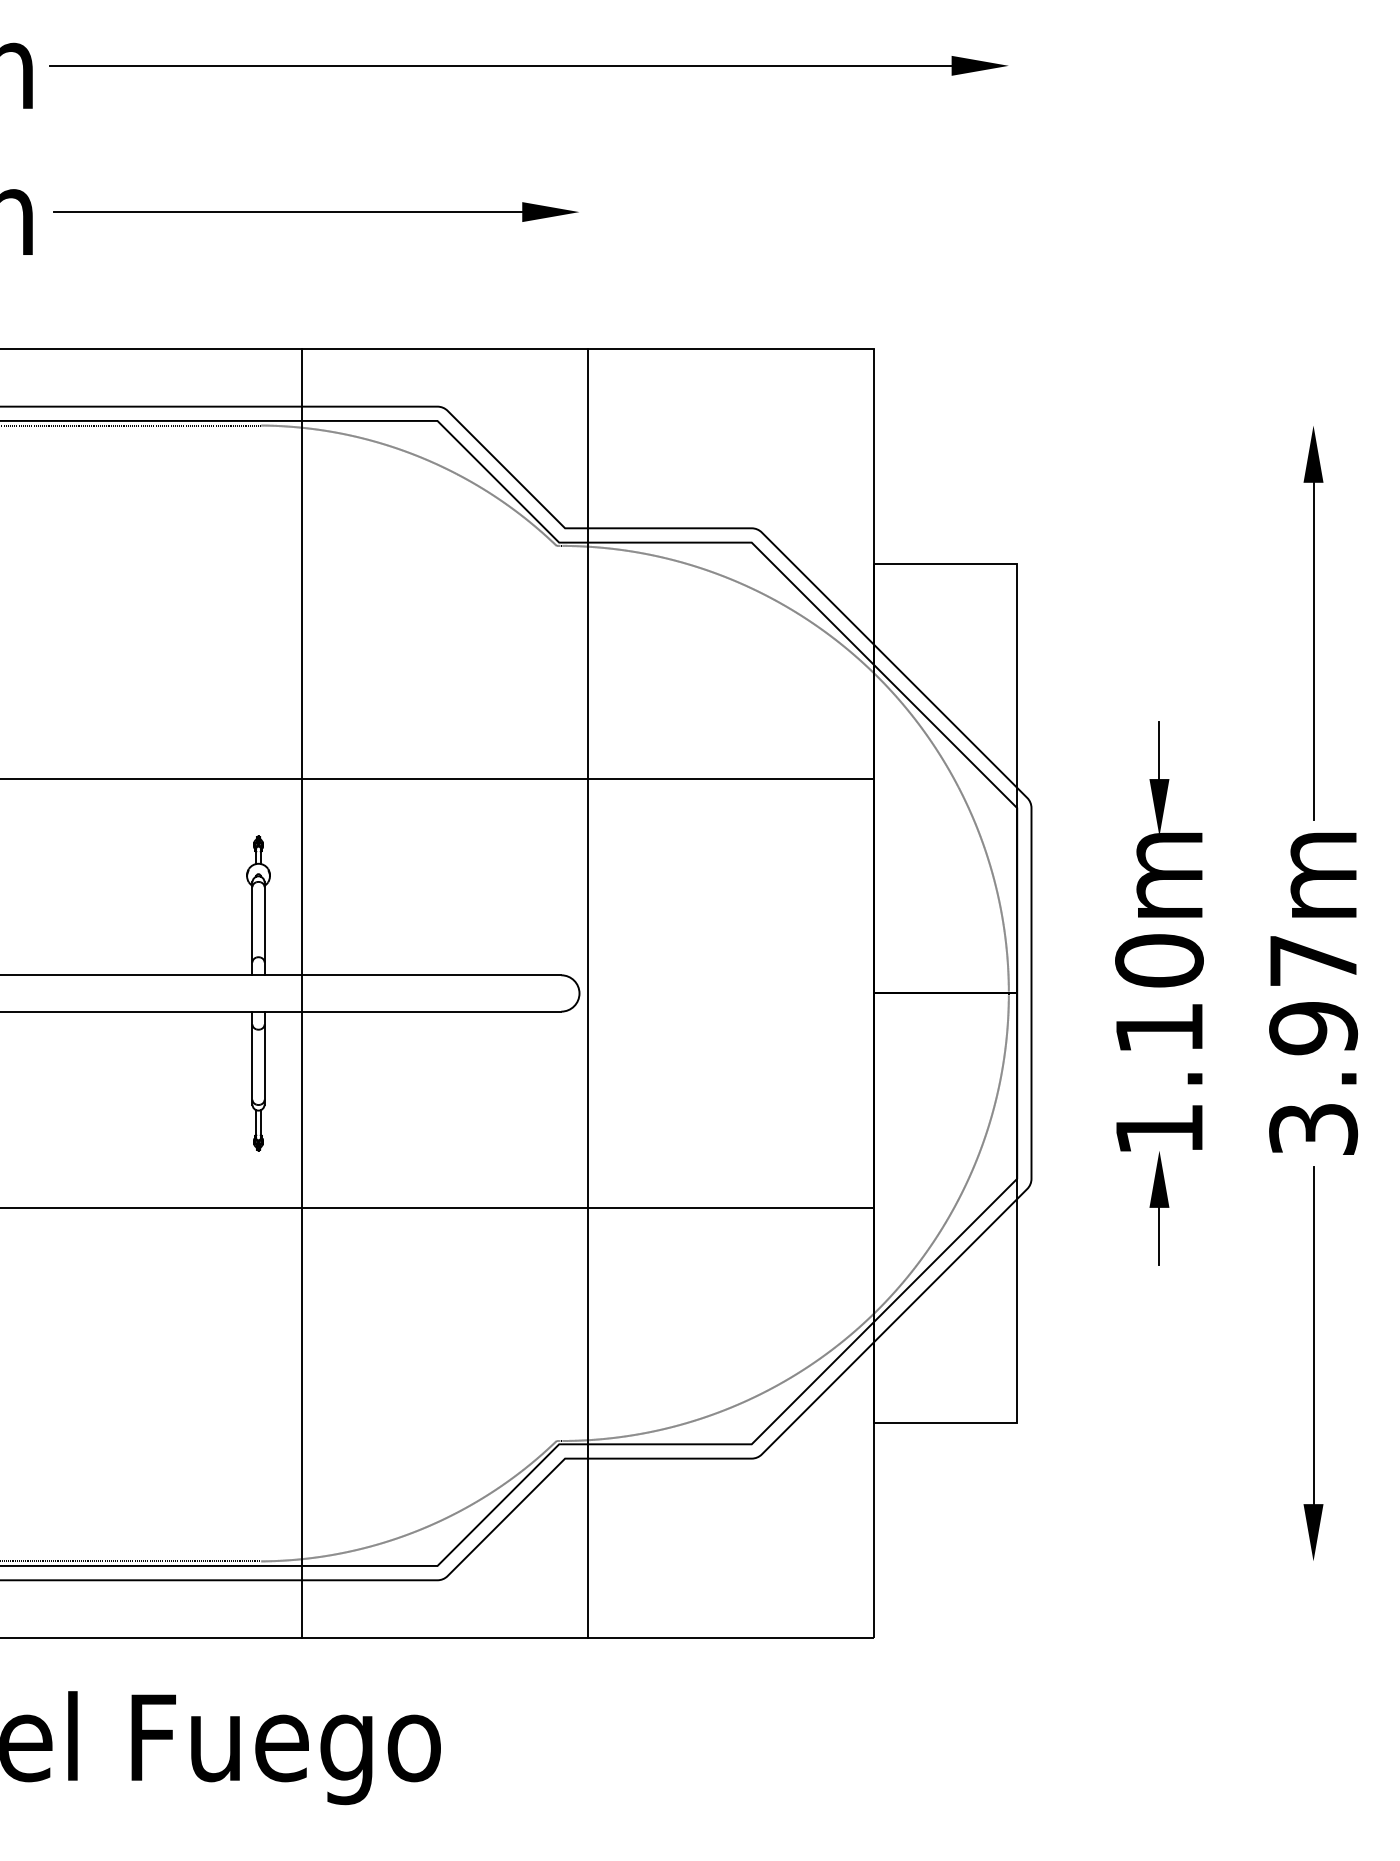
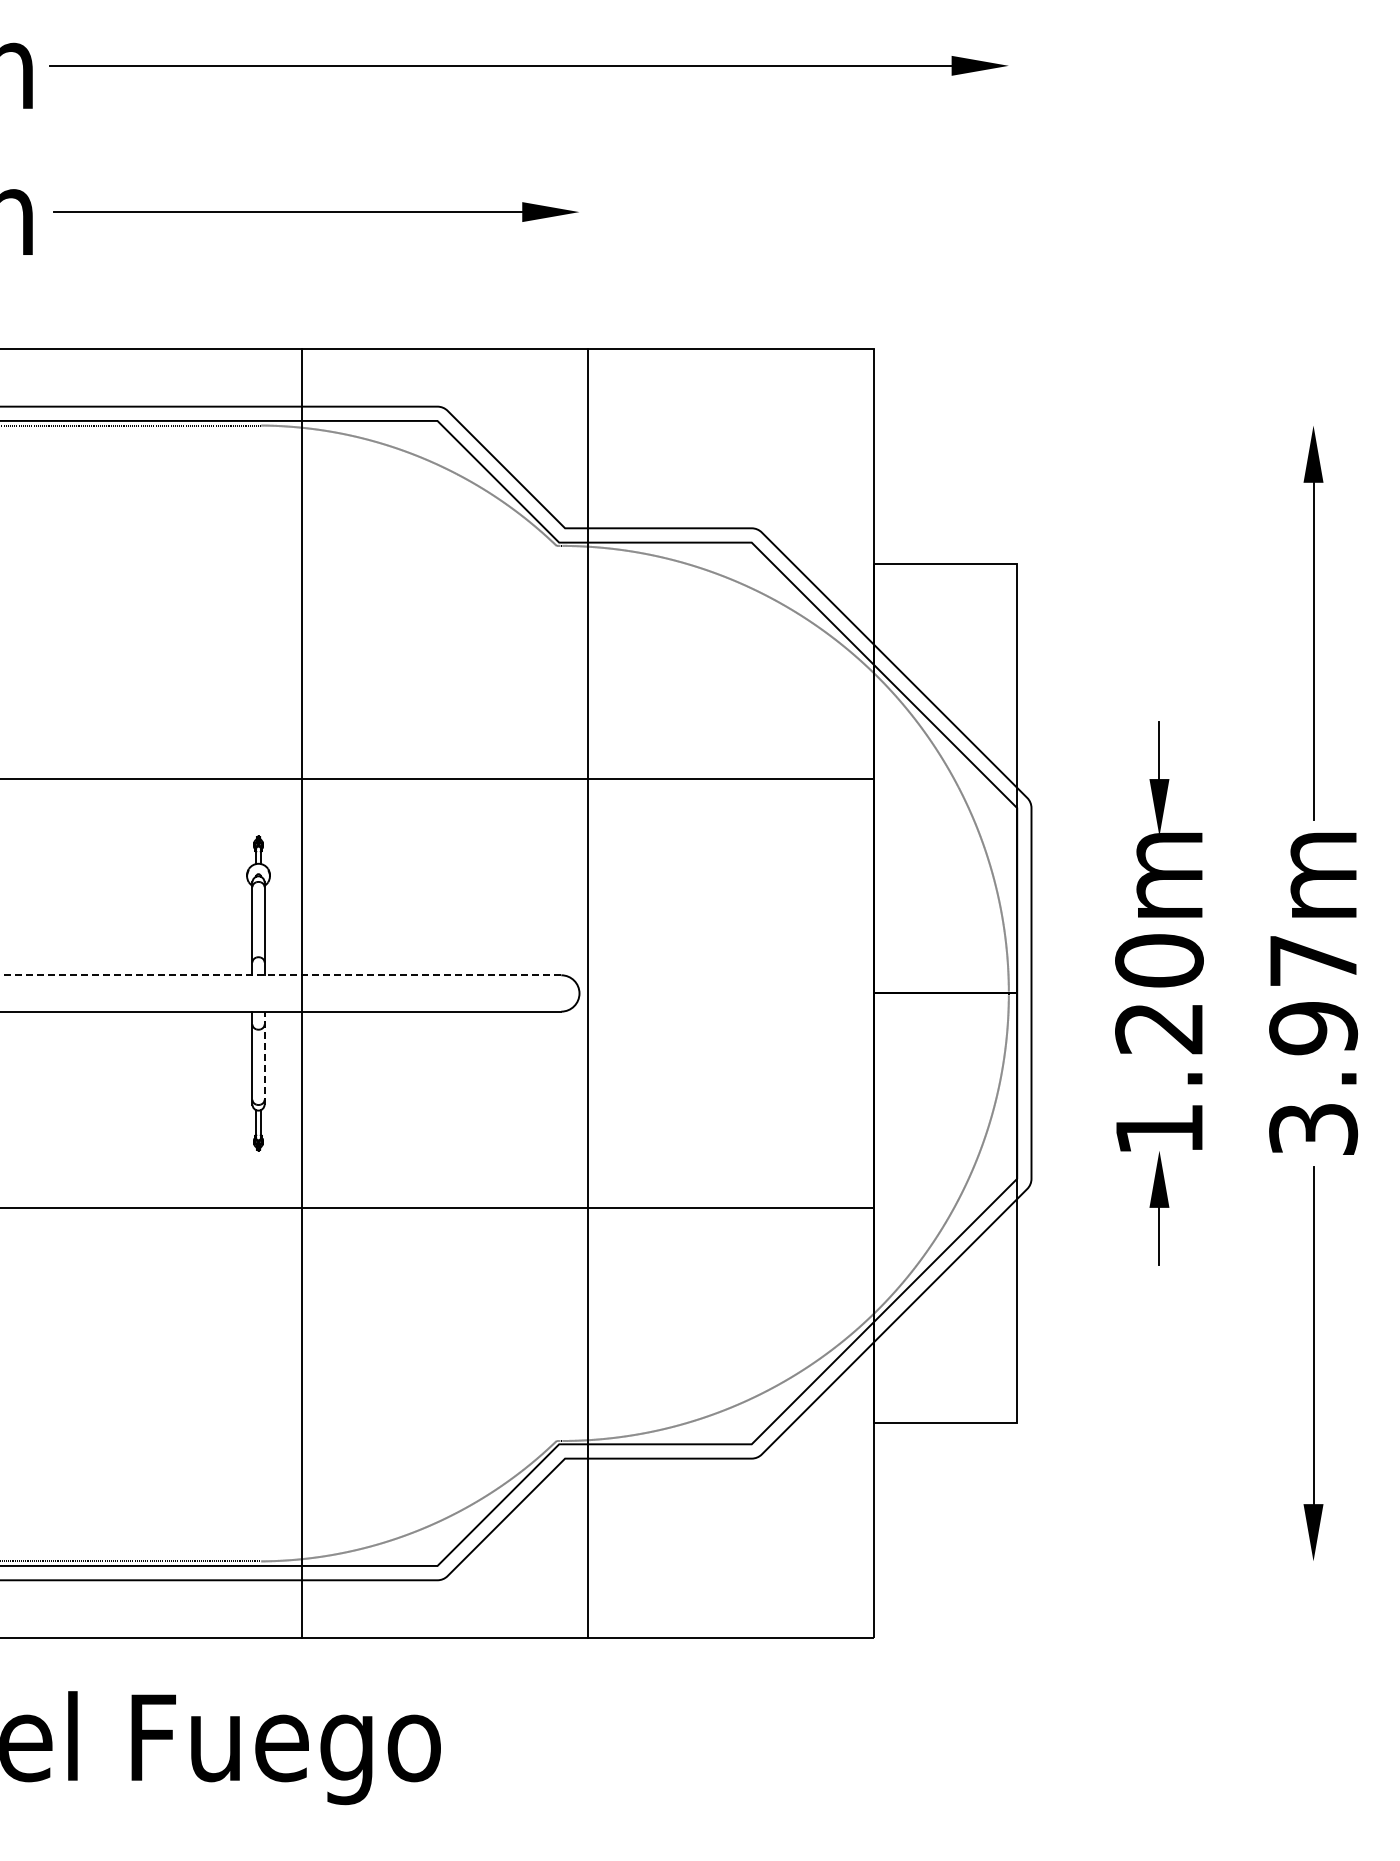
line at (280, 975): solid -> dashed
text at (1158, 1029): 1.10m -> 1.20m
line at (264, 1057): solid -> dashed
